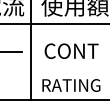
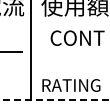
line at (54, 24): present -> none
text at (71, 50) position: (71, 50) -> (77, 37)
line at (55, 100): solid -> dashed
